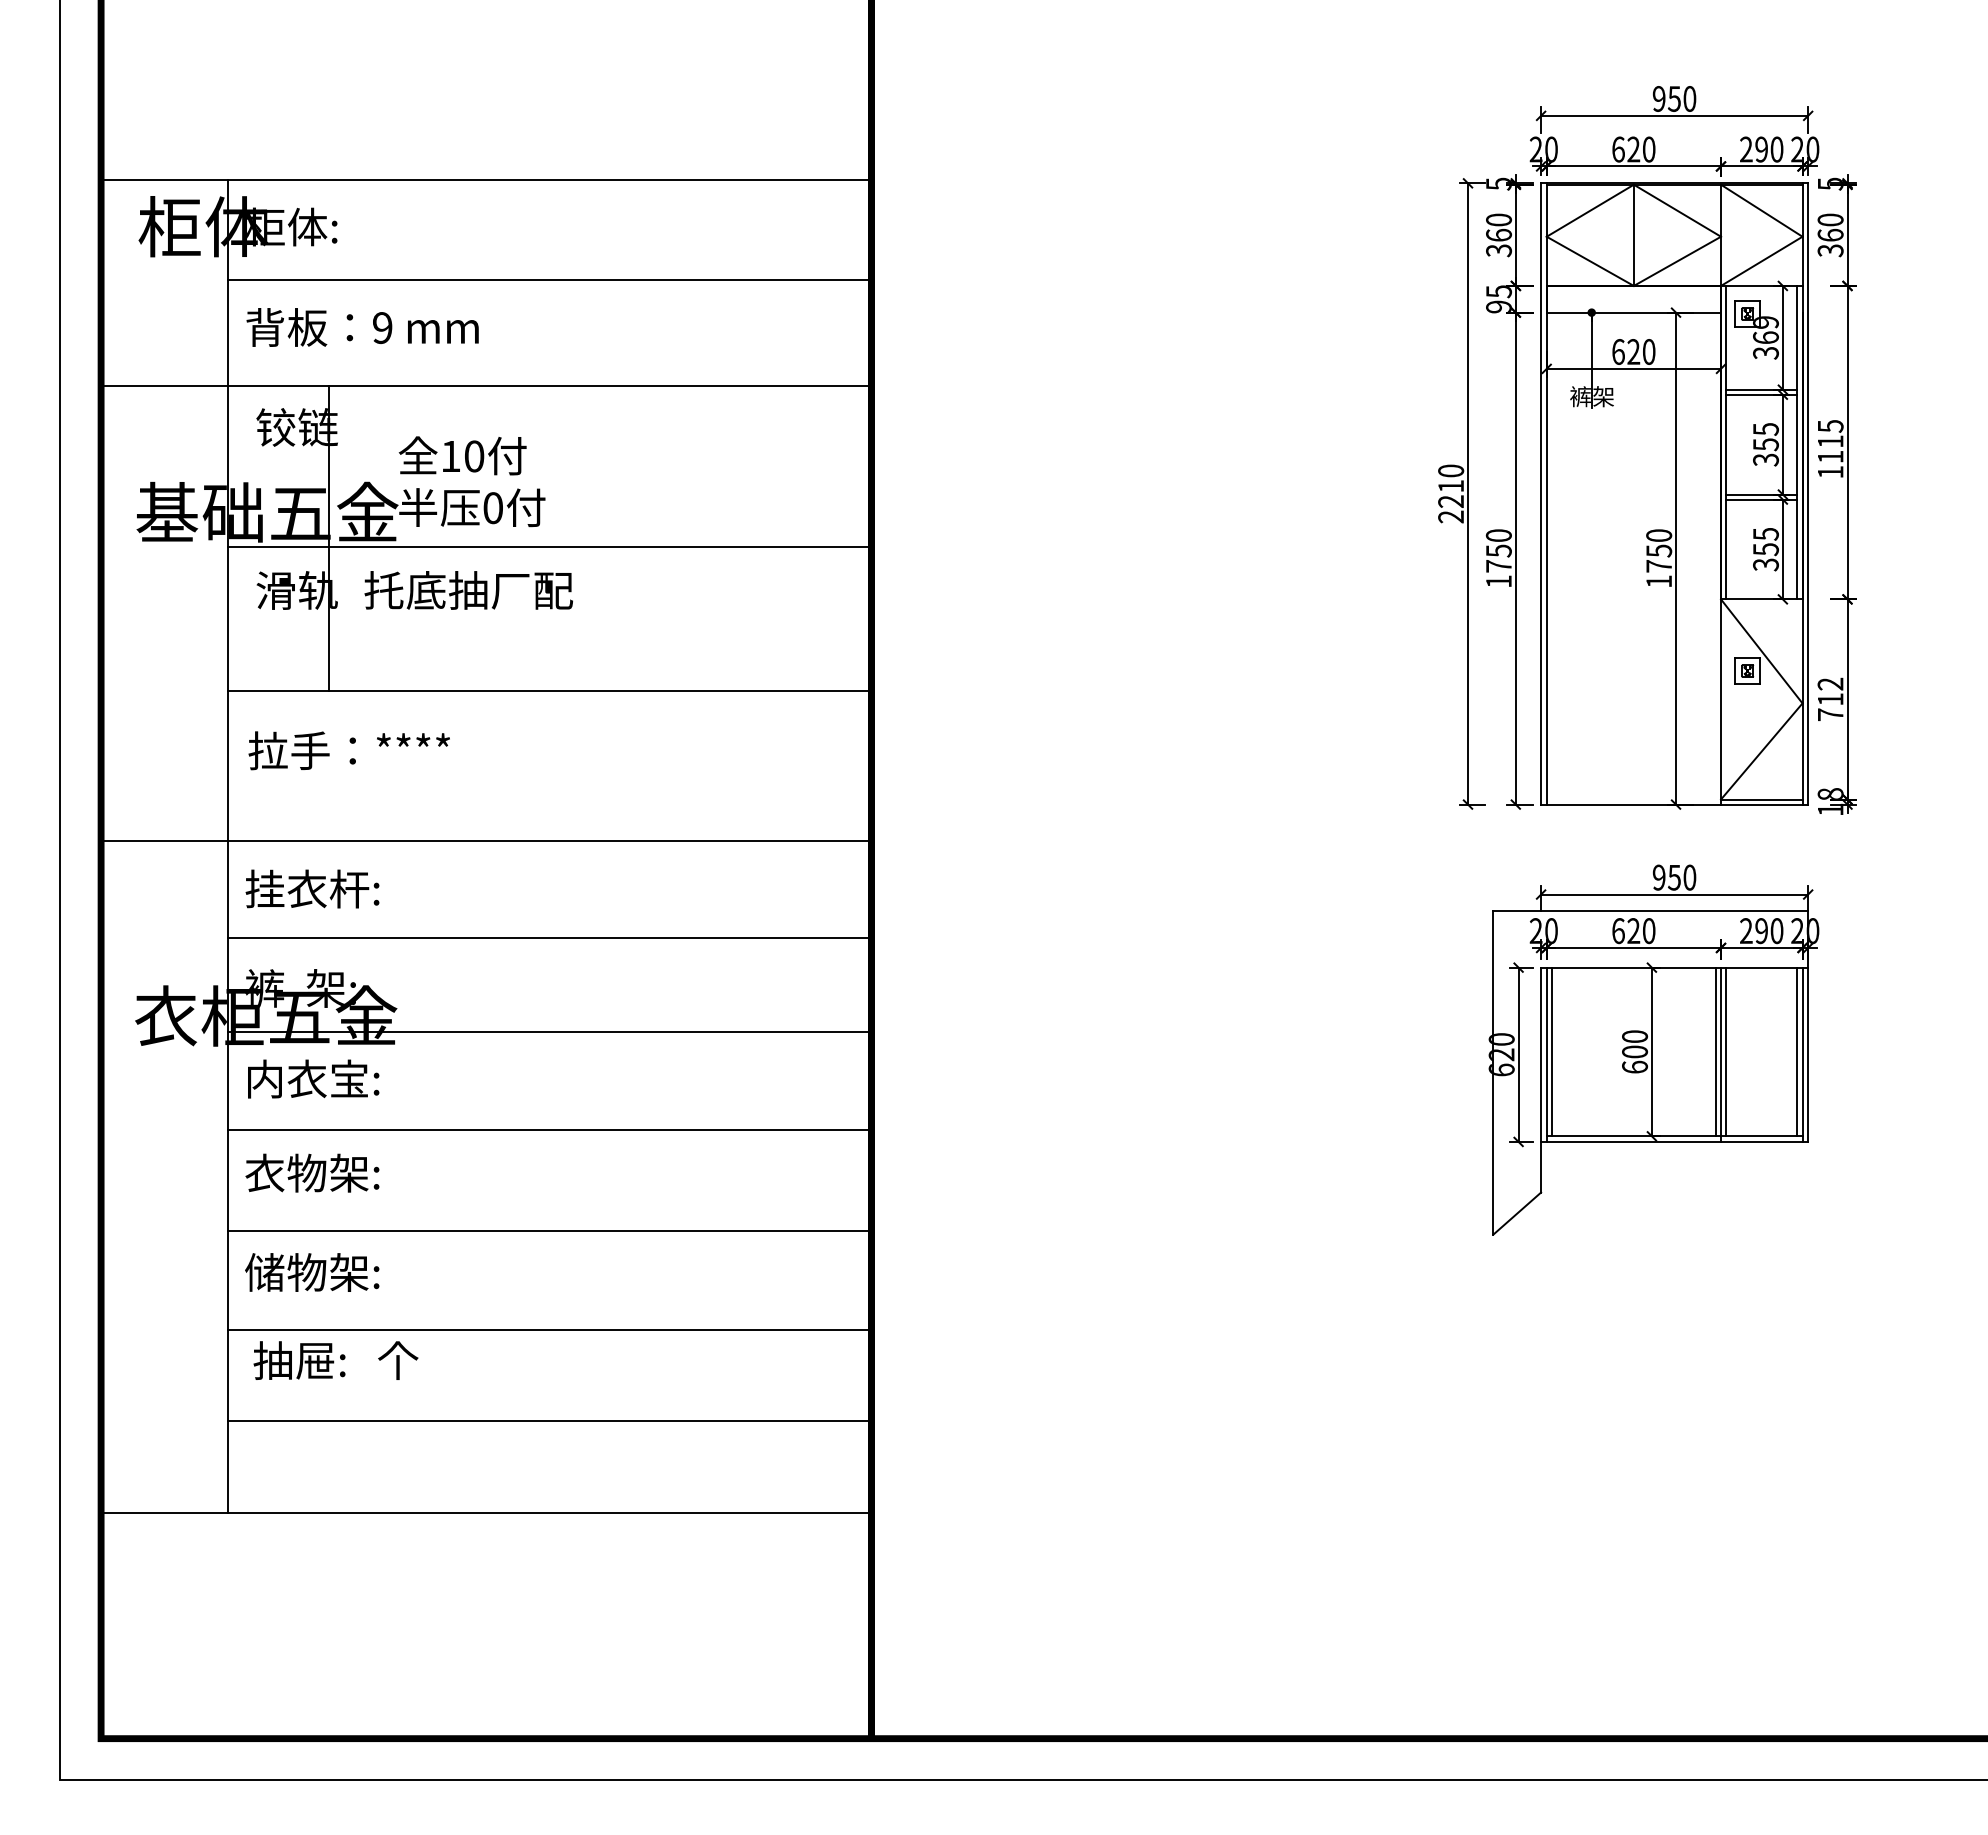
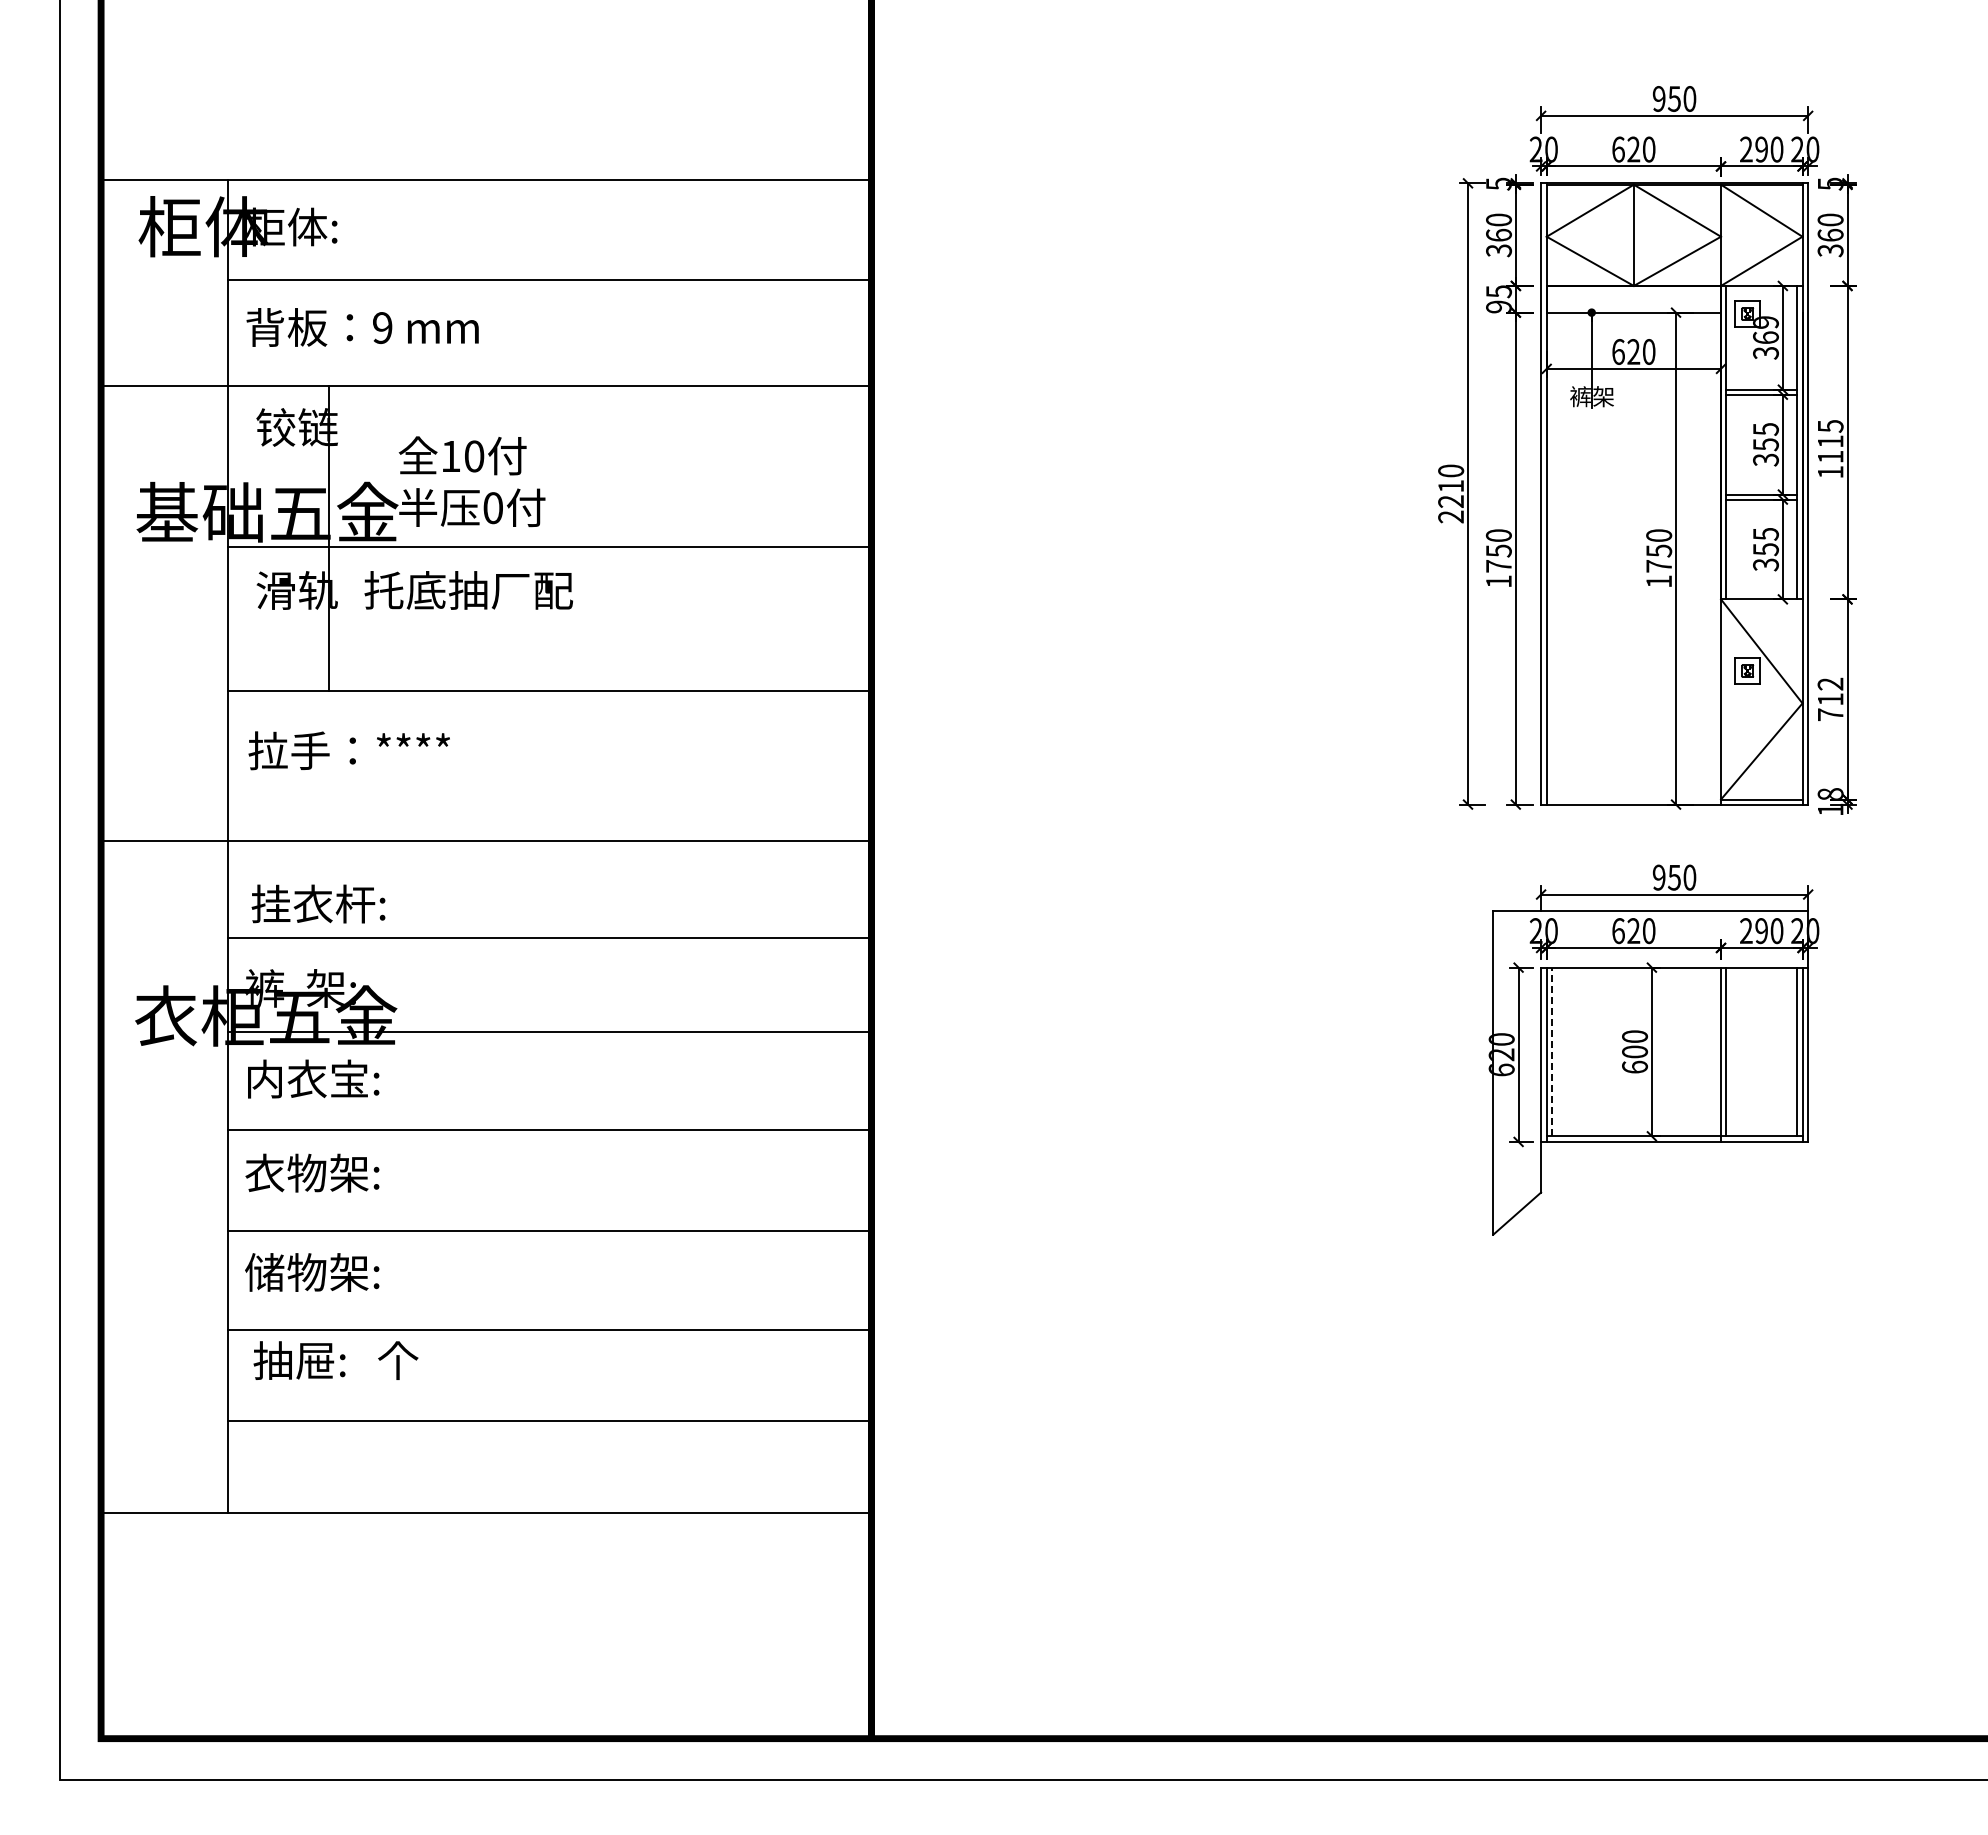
text at (312, 888) position: (312, 888) -> (318, 903)
line at (1551, 1051): solid -> dashed
line at (1715, 1051): present -> none
